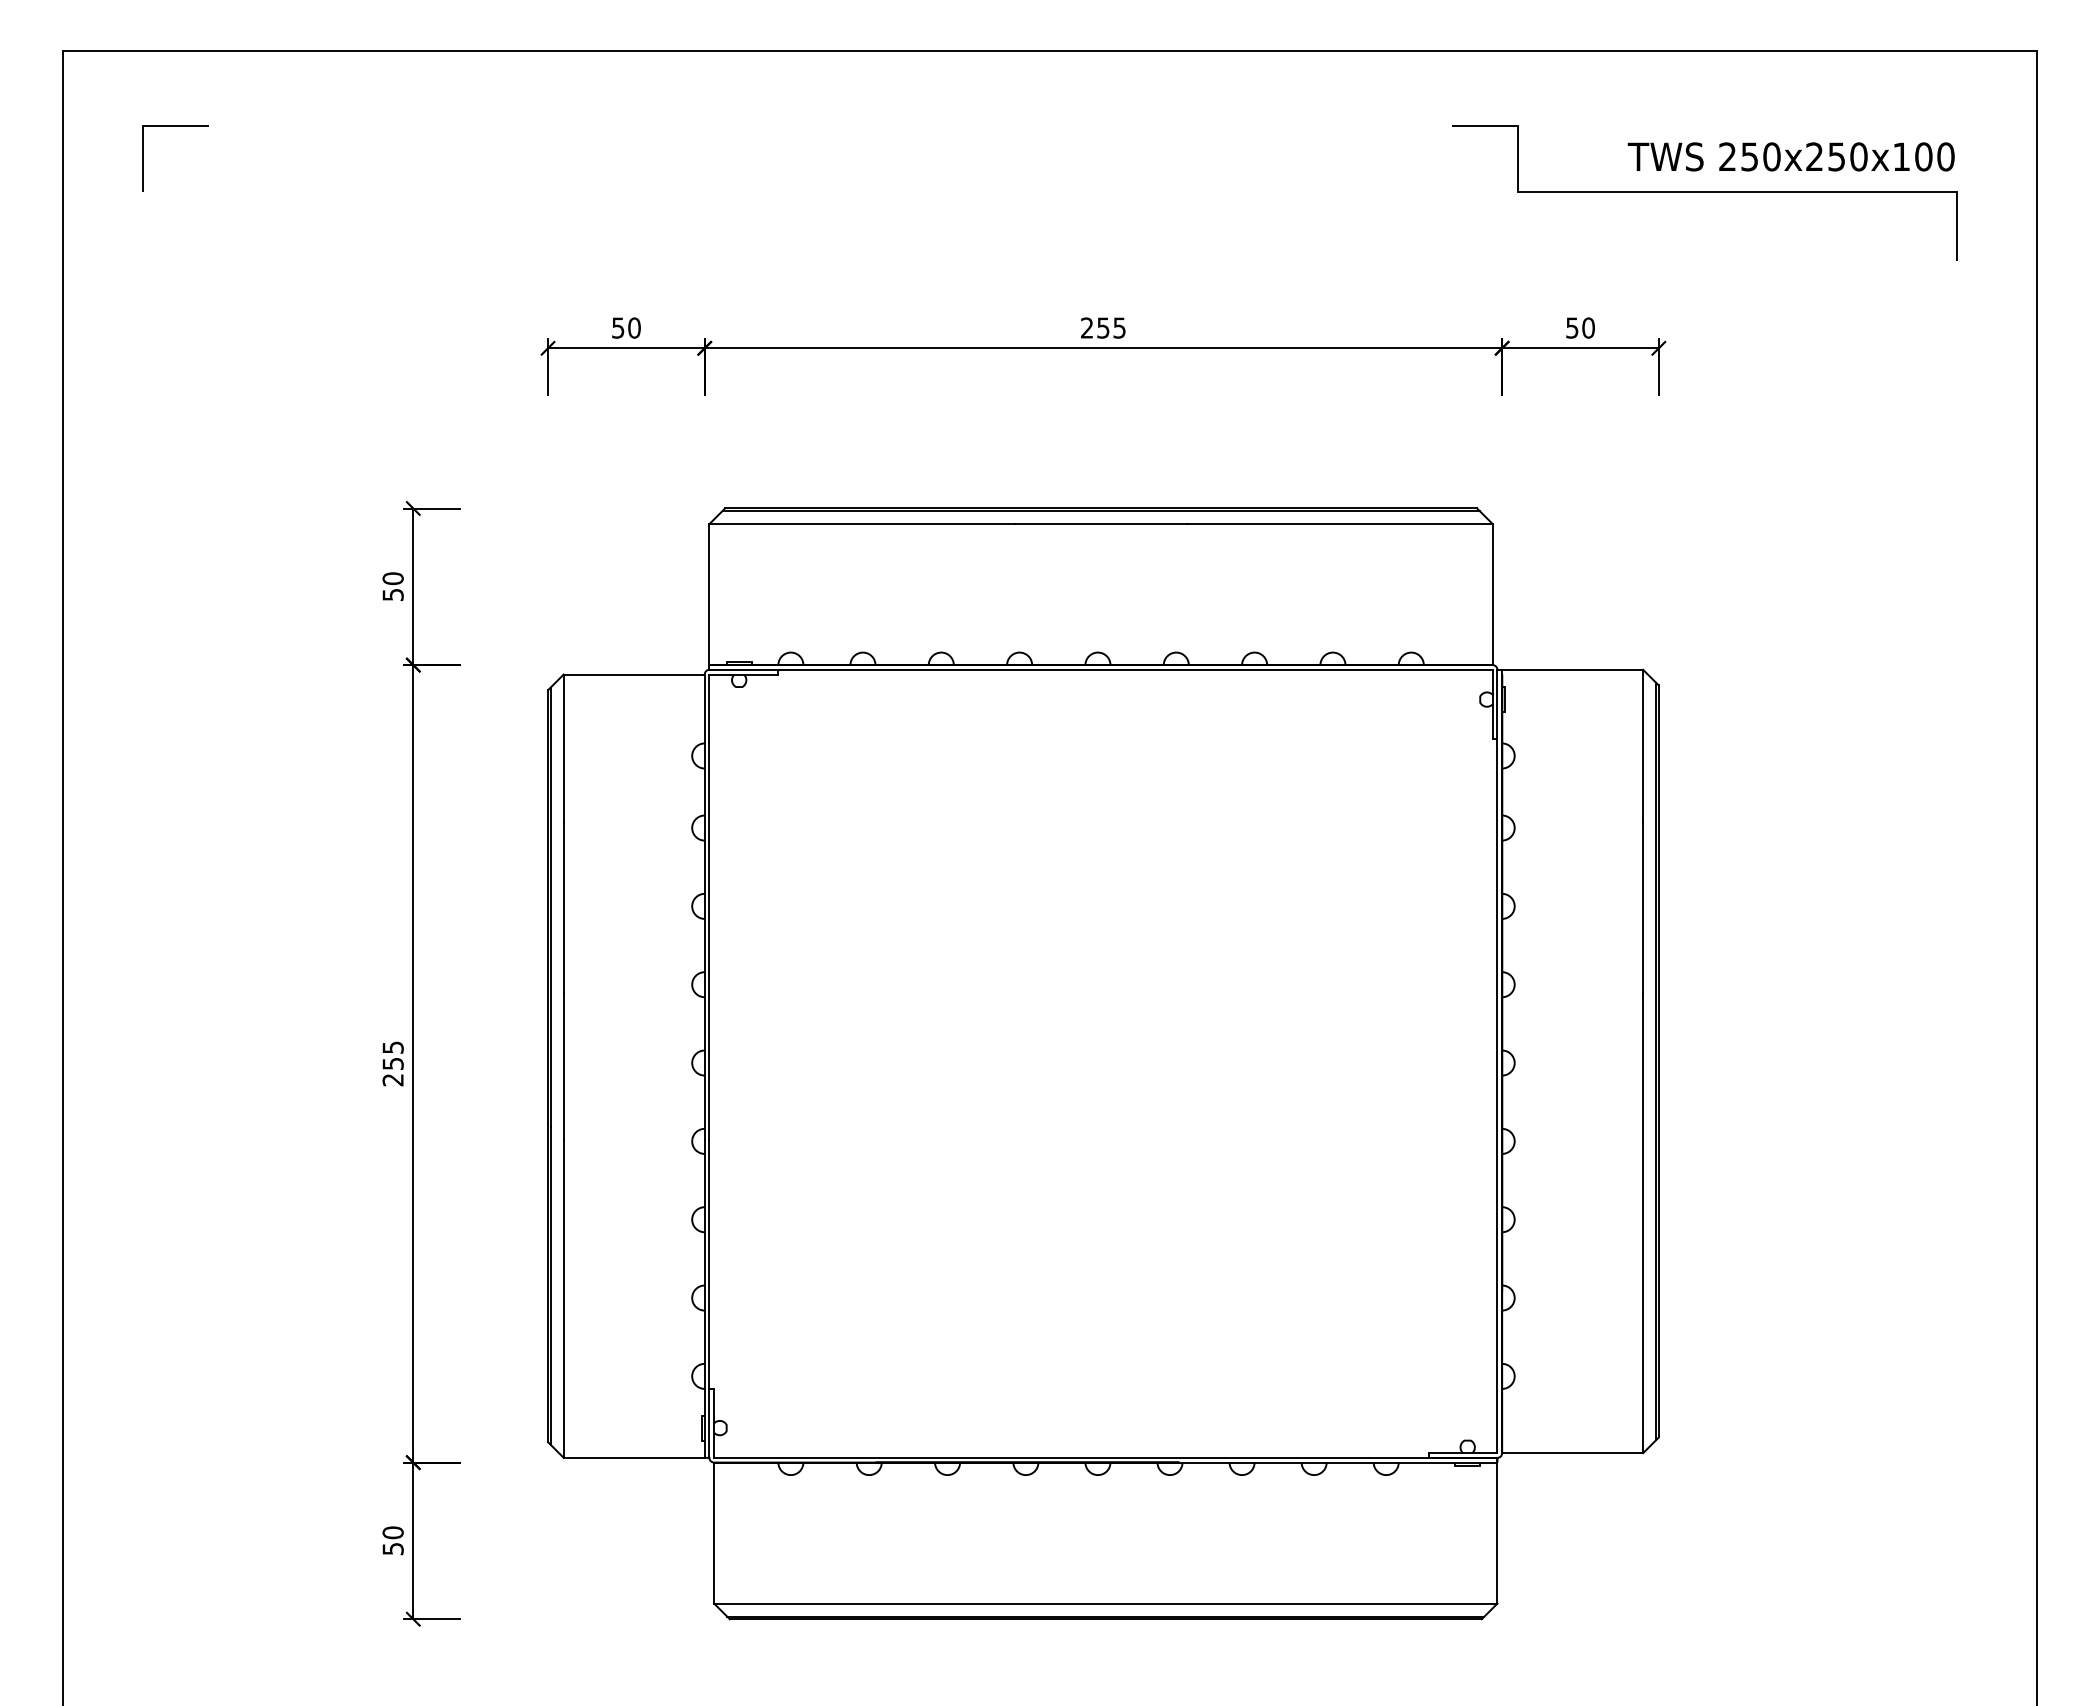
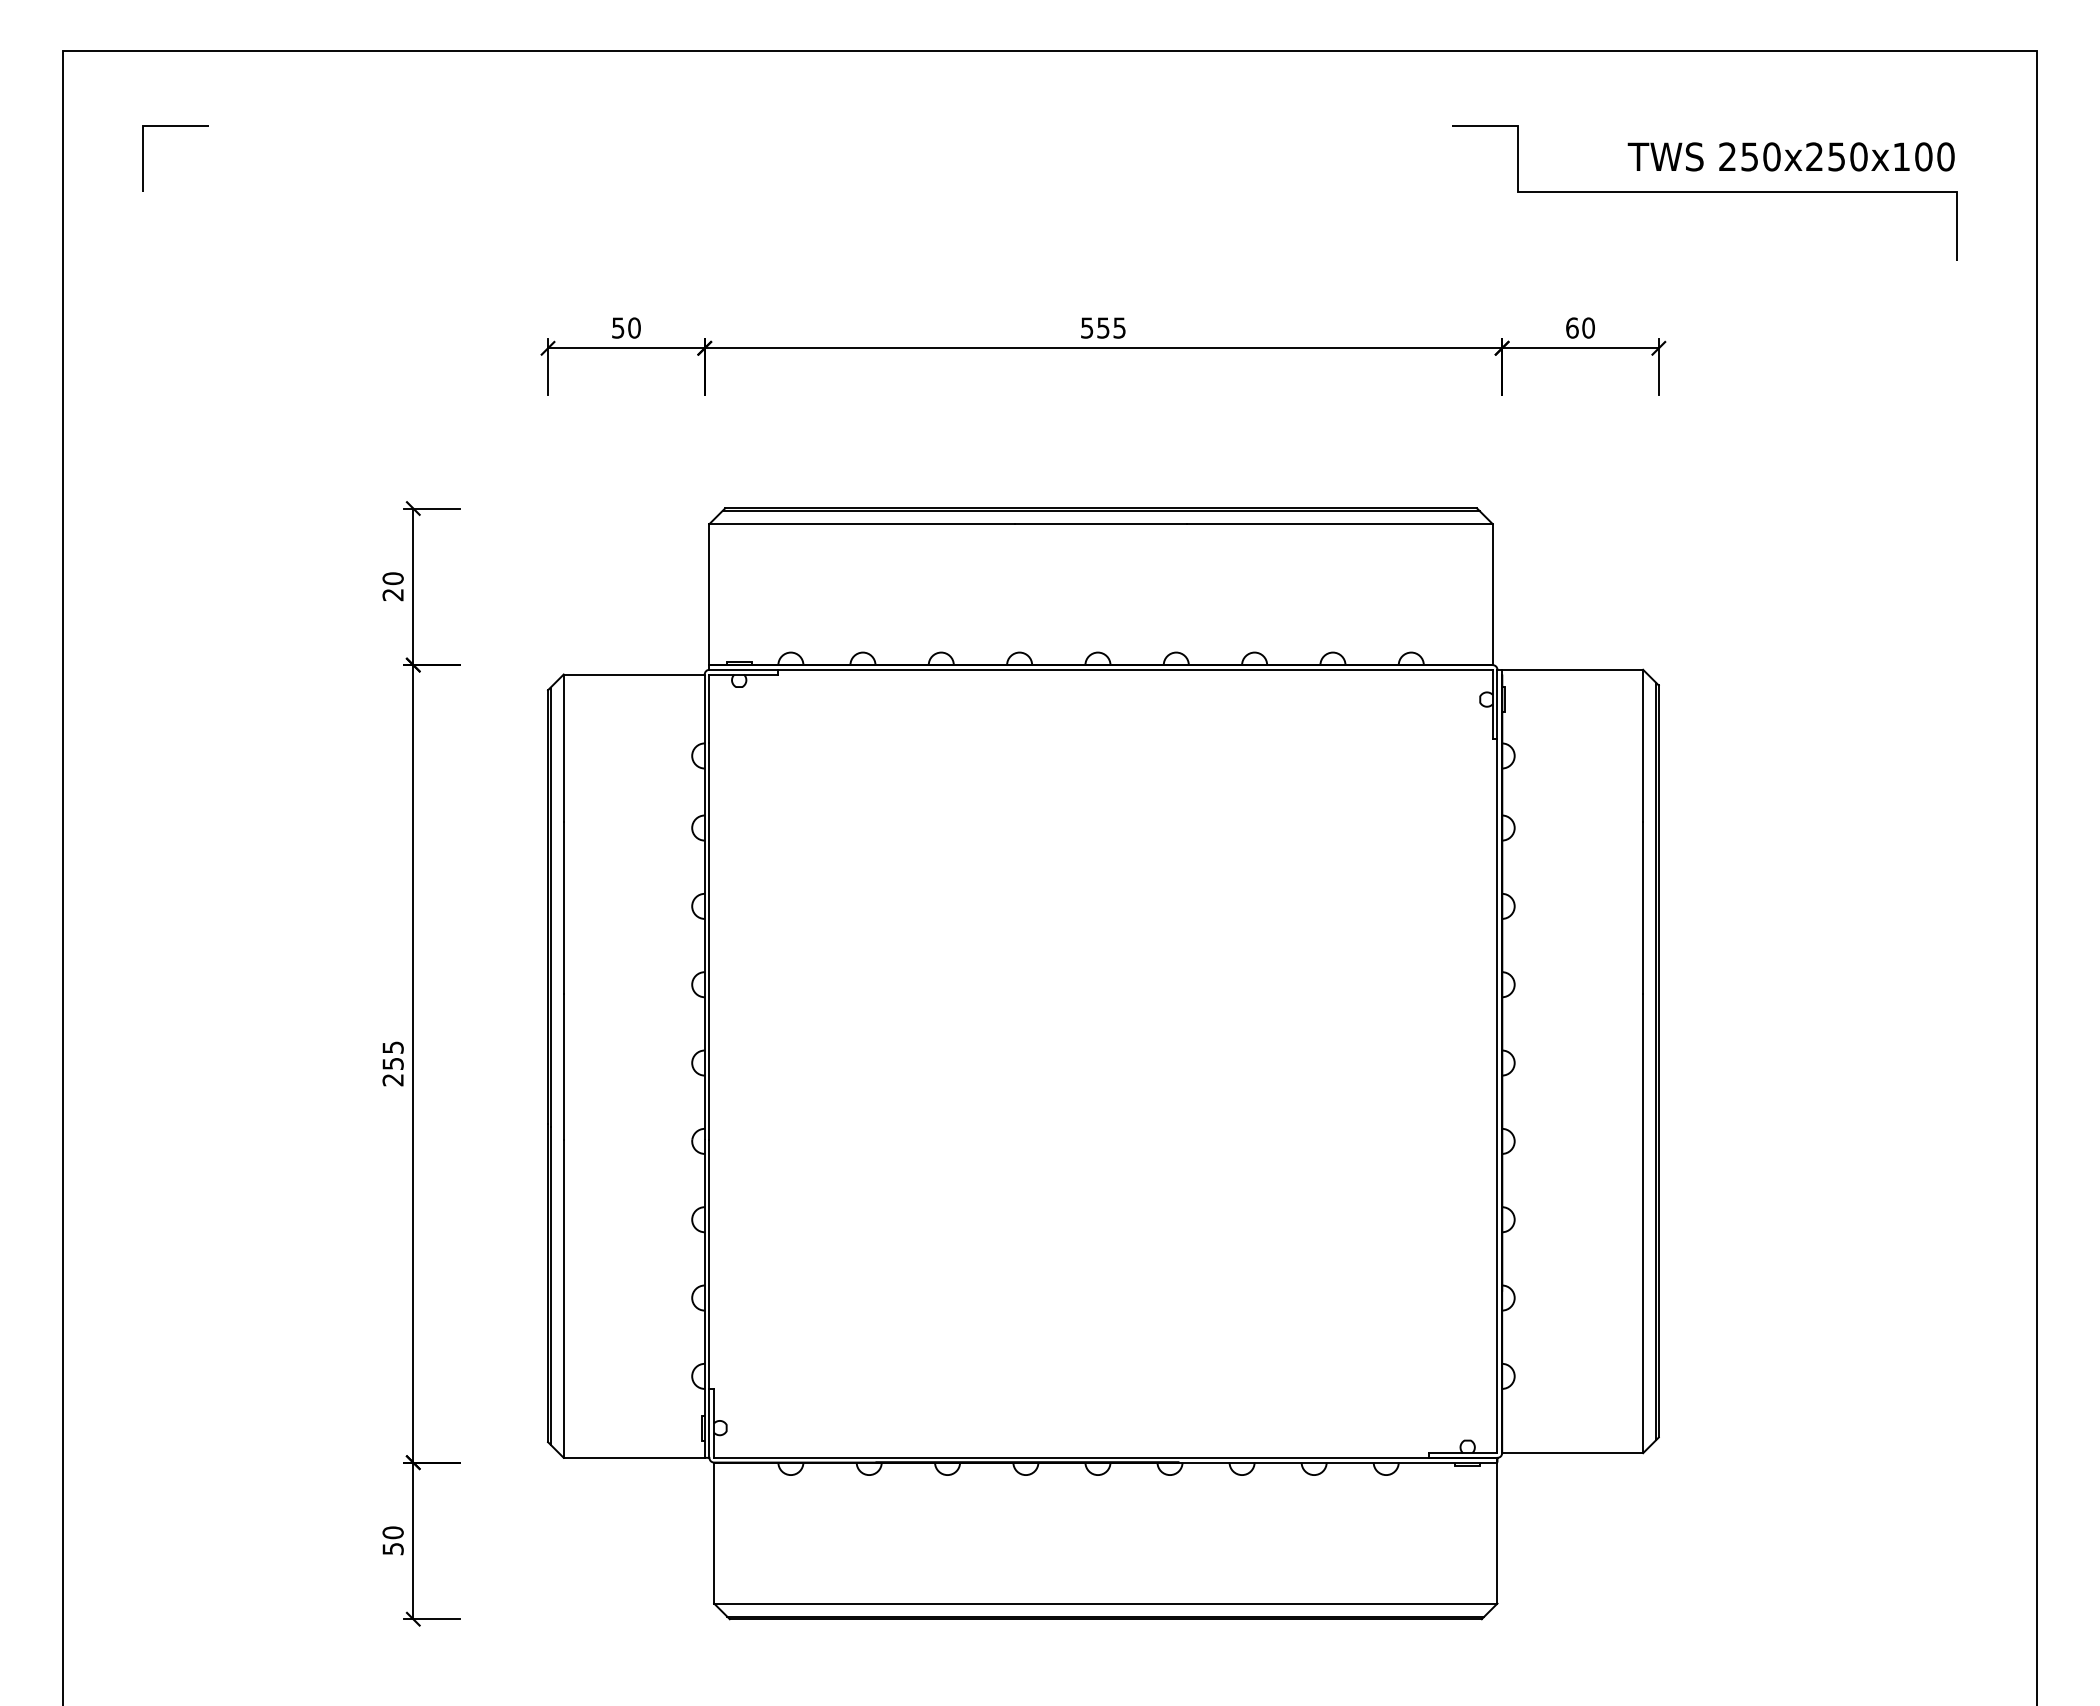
text at (1087, 327): 255 -> 555
text at (1572, 327): 50 -> 60
text at (392, 595): 50 -> 20
